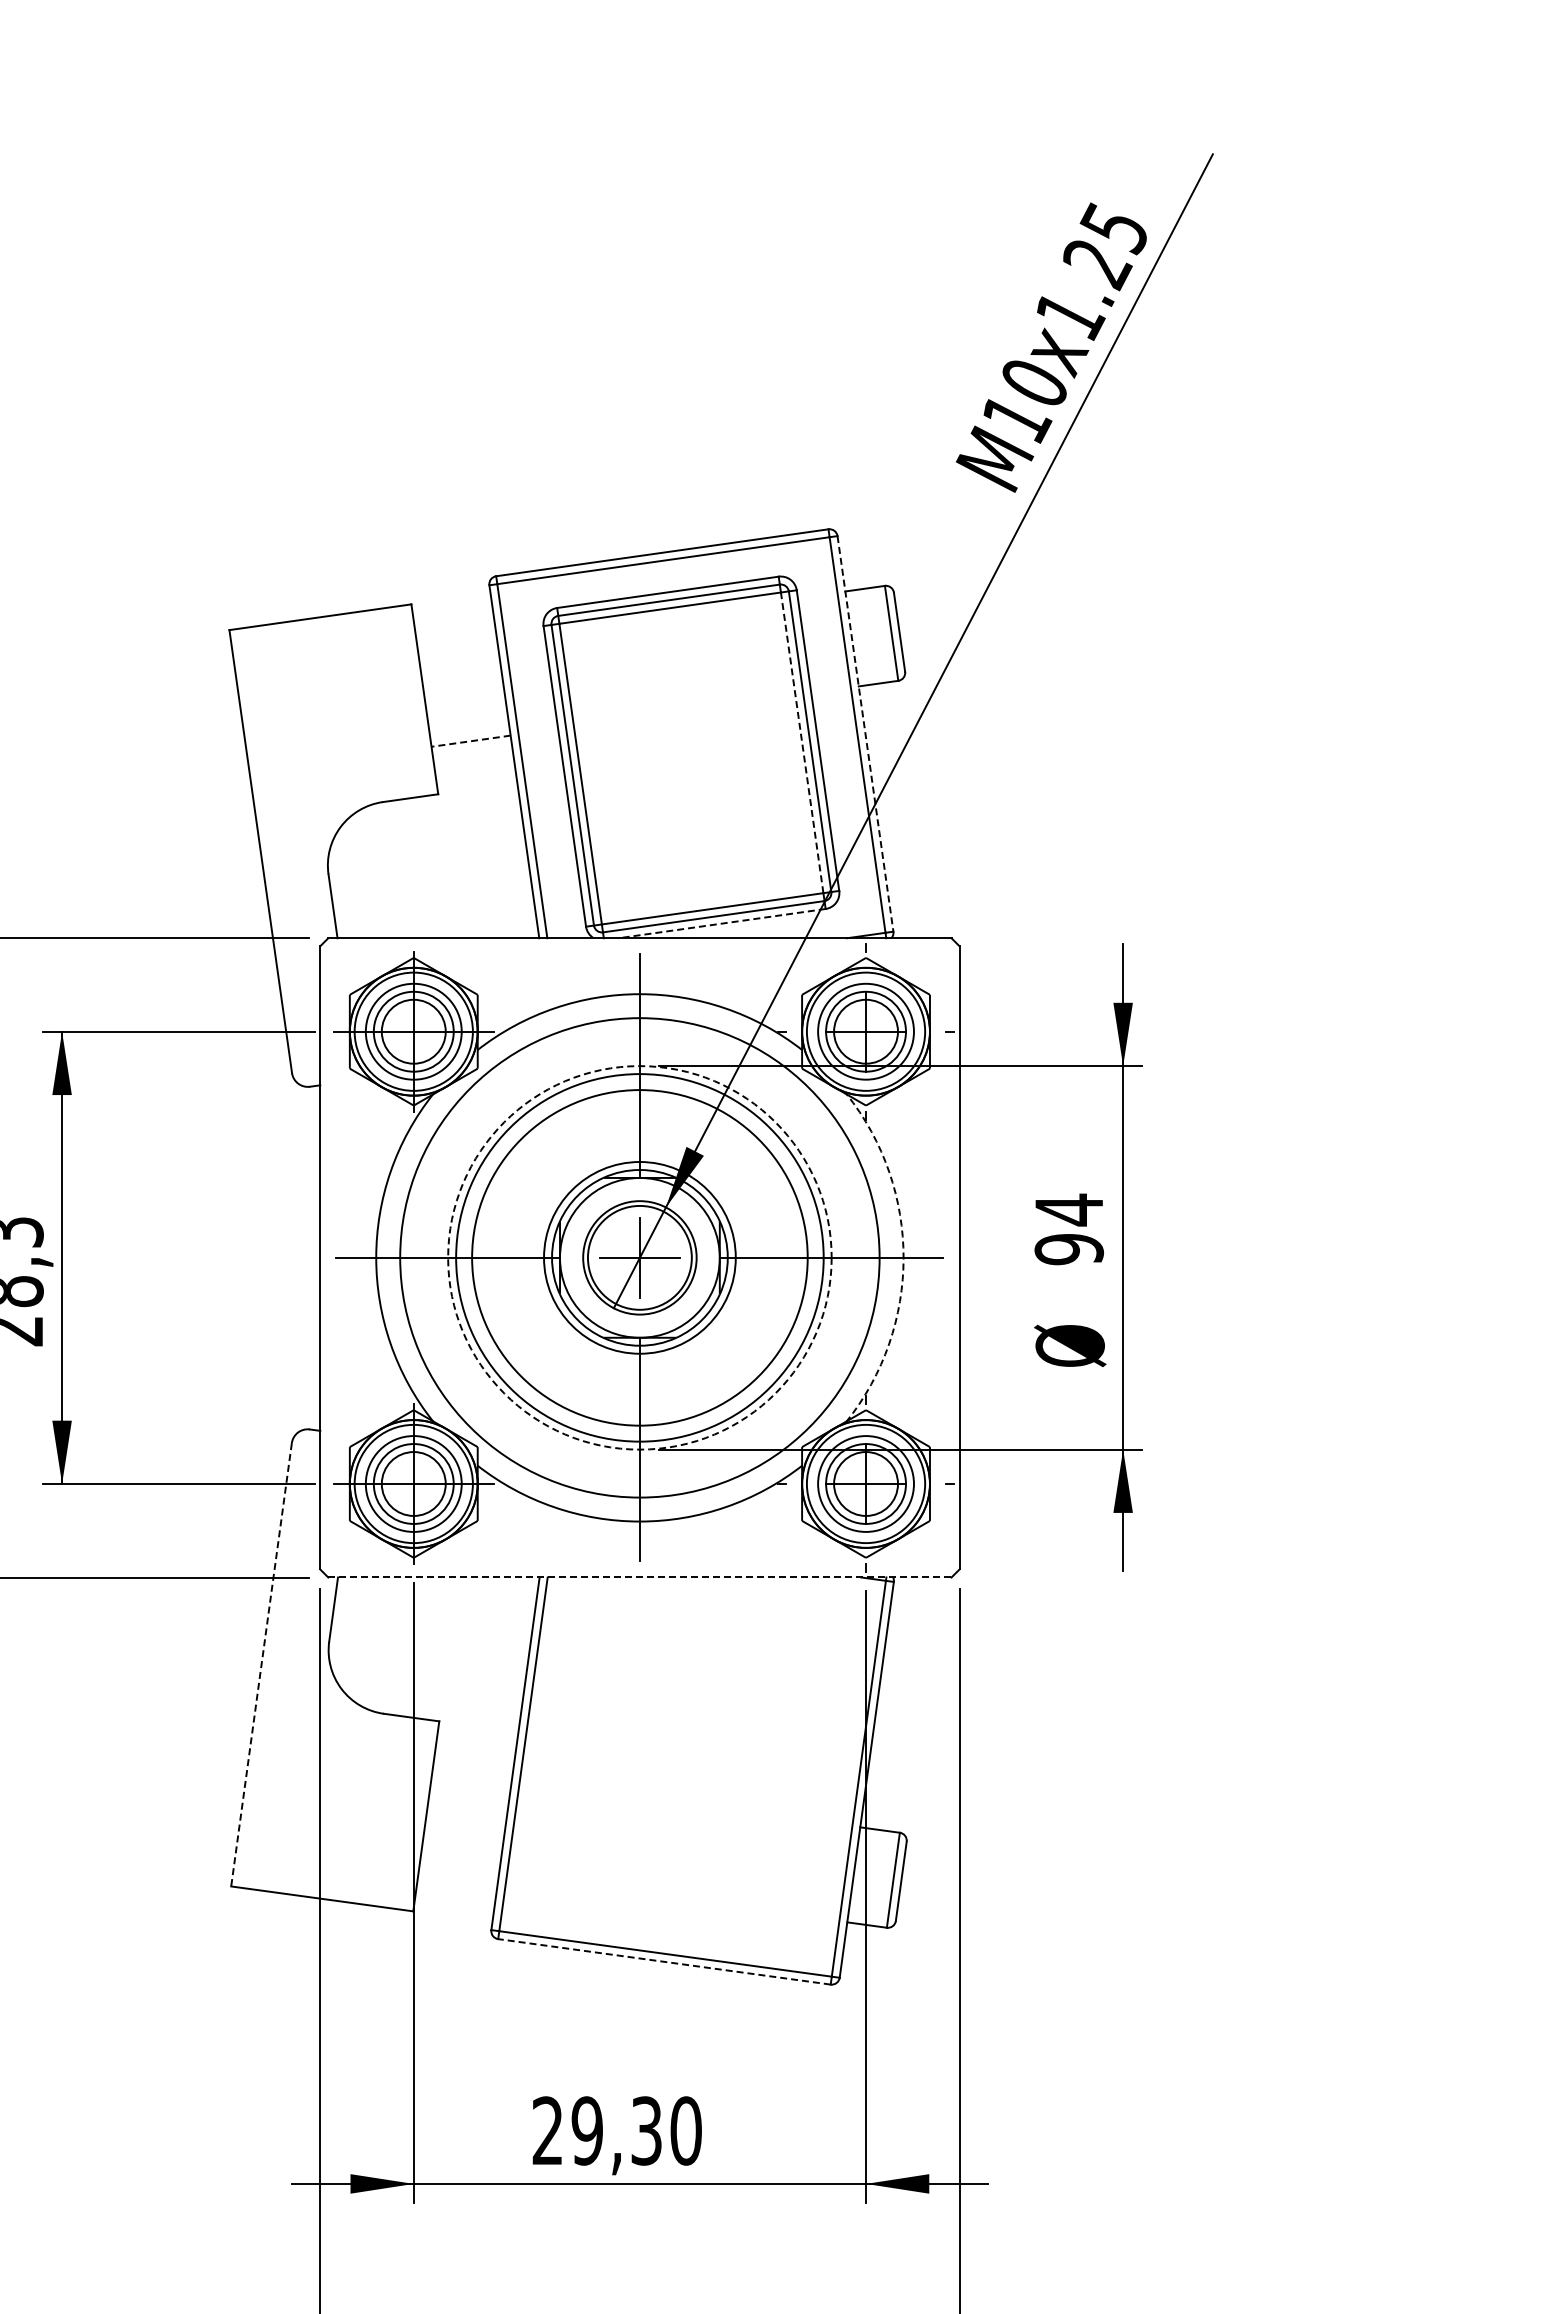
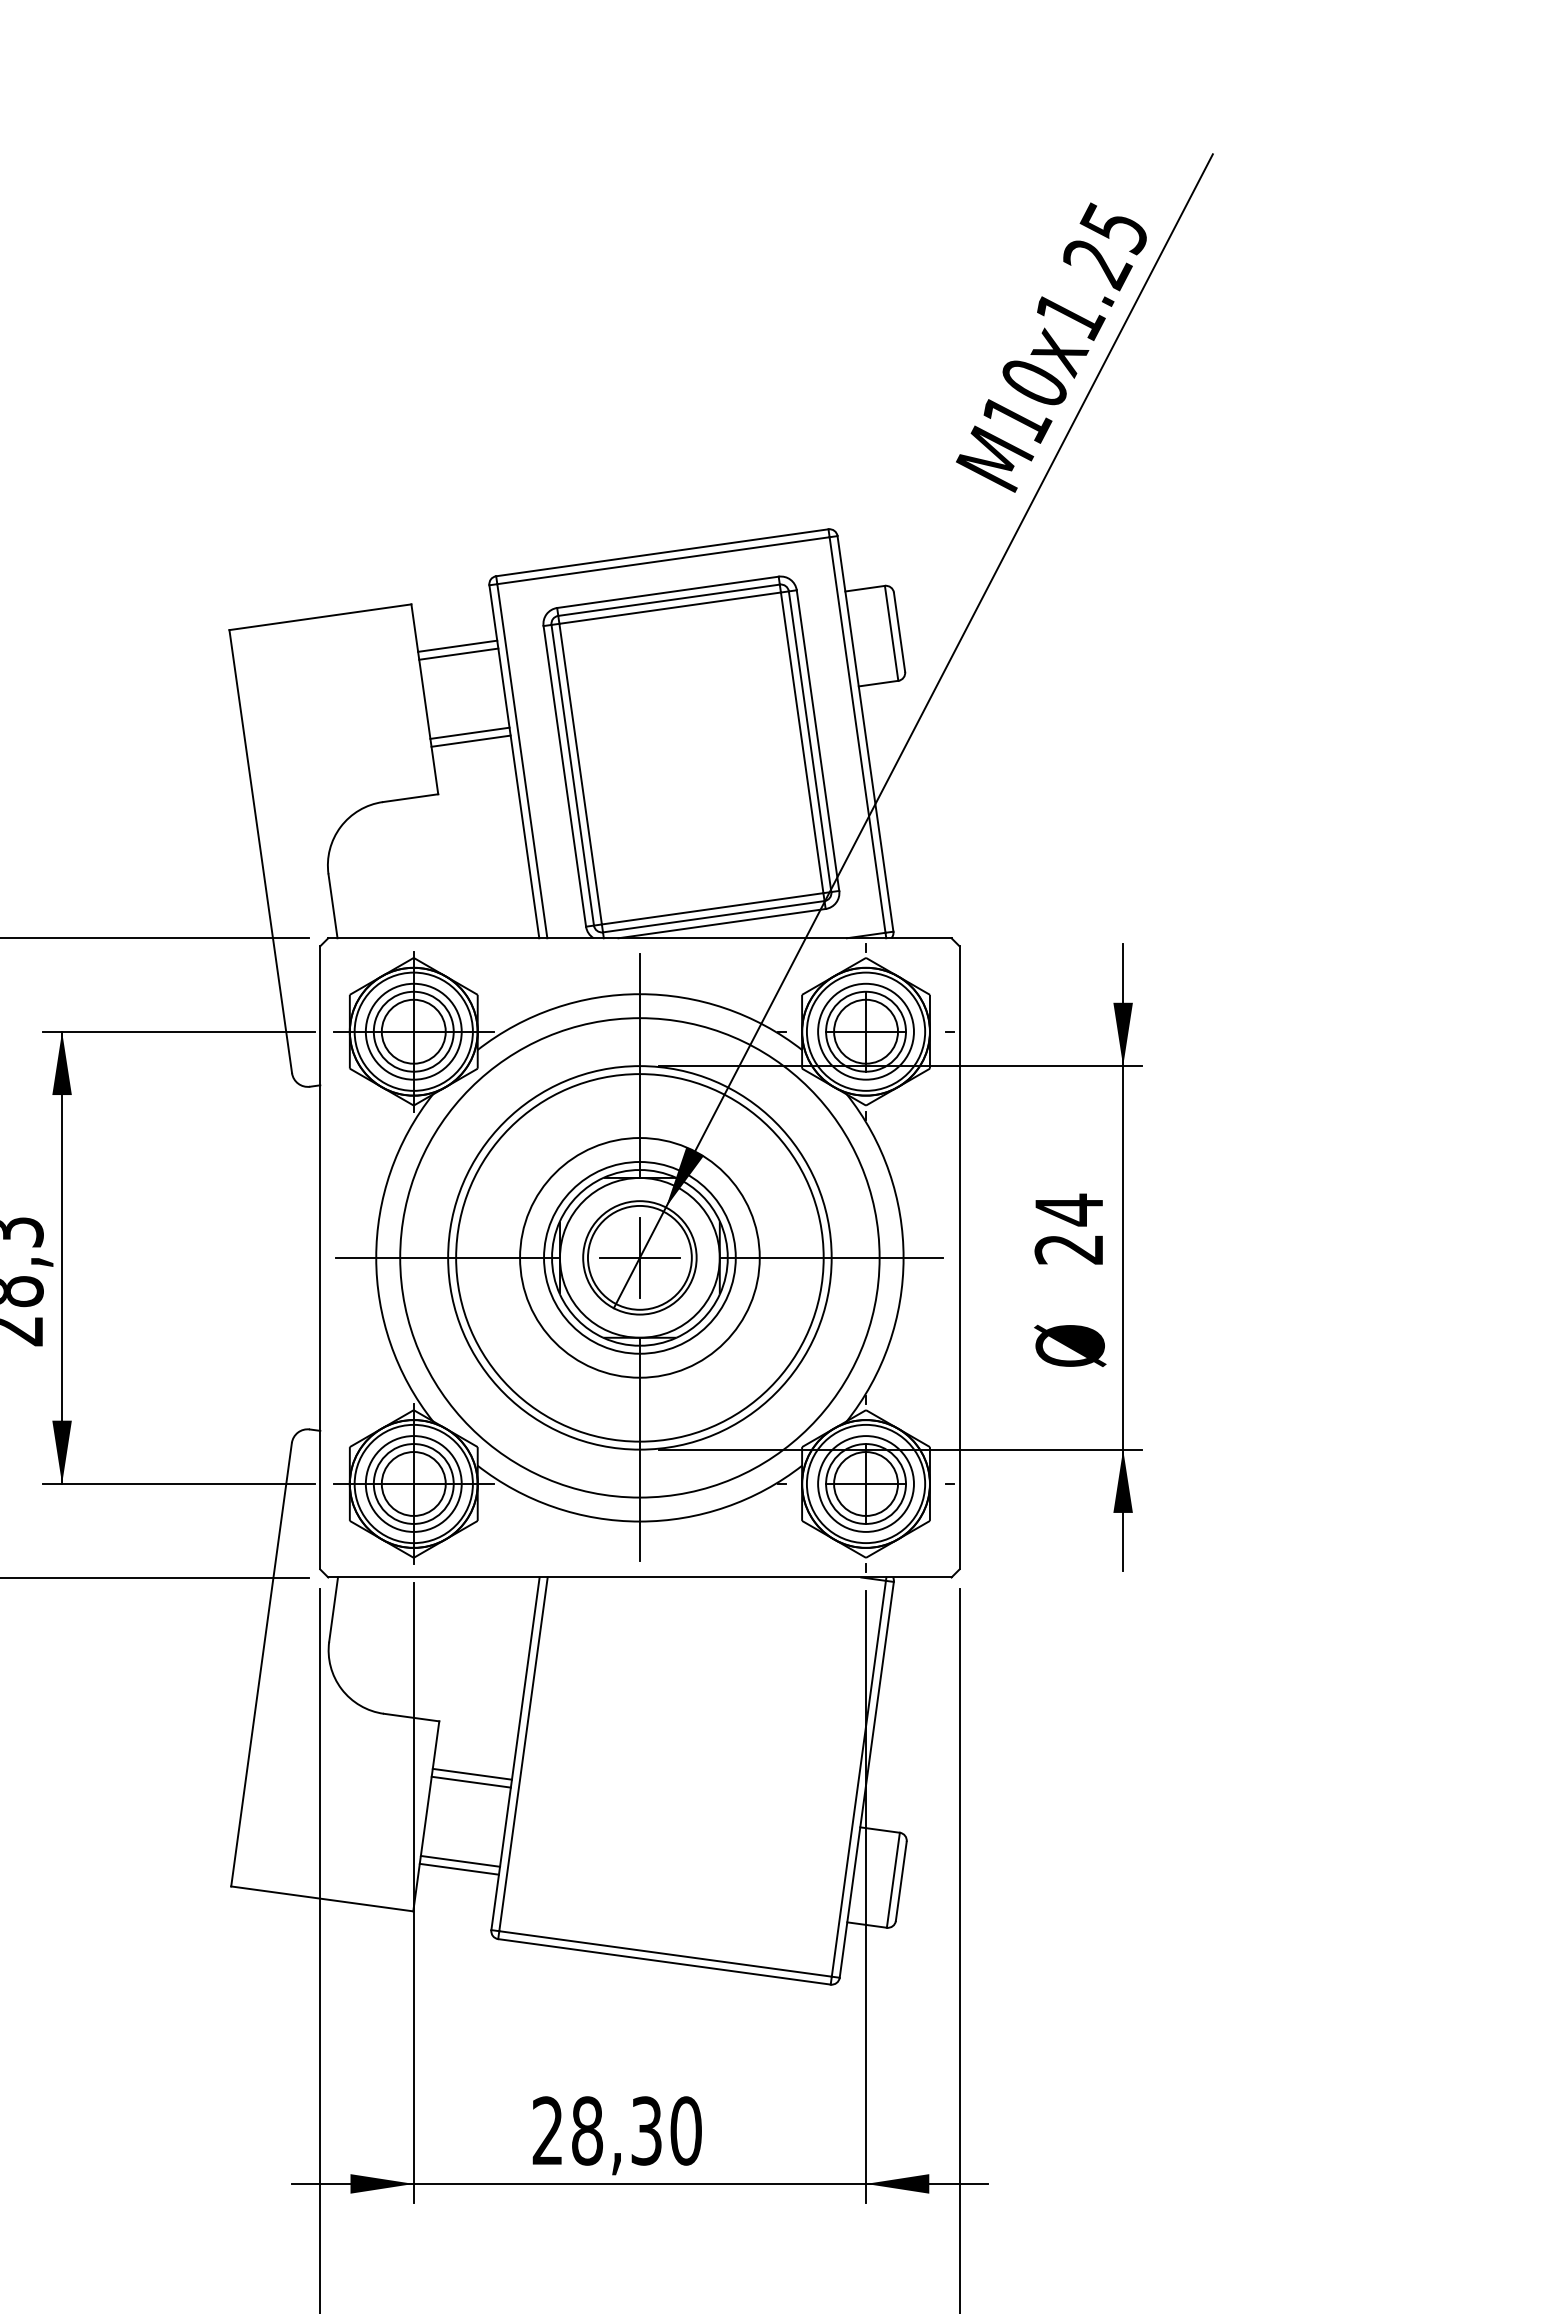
line at (457, 645): none -> present
line at (458, 653): none -> present
line at (469, 732): none -> present
line at (865, 733): dashed -> solid
line at (471, 741): dashed -> solid
line at (802, 742): dashed -> solid
line at (722, 923): dashed -> solid
text at (1069, 1249): 94 -> 24
circle at (639, 1257) diameter: 336 px -> 240 px
circle at (639, 1257): dashed -> solid
arc at (903, 1258): dashed -> solid
line at (639, 1577): dashed -> solid
line at (261, 1664): dashed -> solid
line at (471, 1773): none -> present
line at (470, 1781): none -> present
line at (460, 1860): none -> present
line at (458, 1868): none -> present
line at (664, 1961): dashed -> solid
text at (587, 2130): 29,30 -> 28,30
